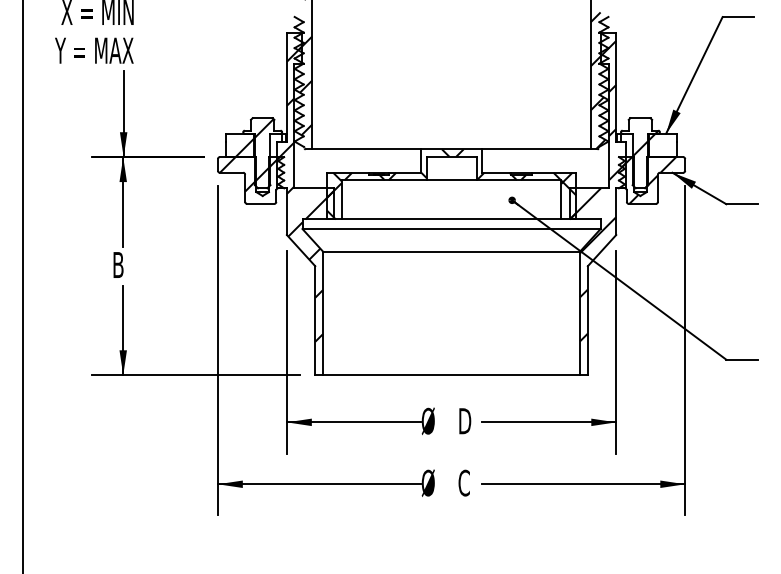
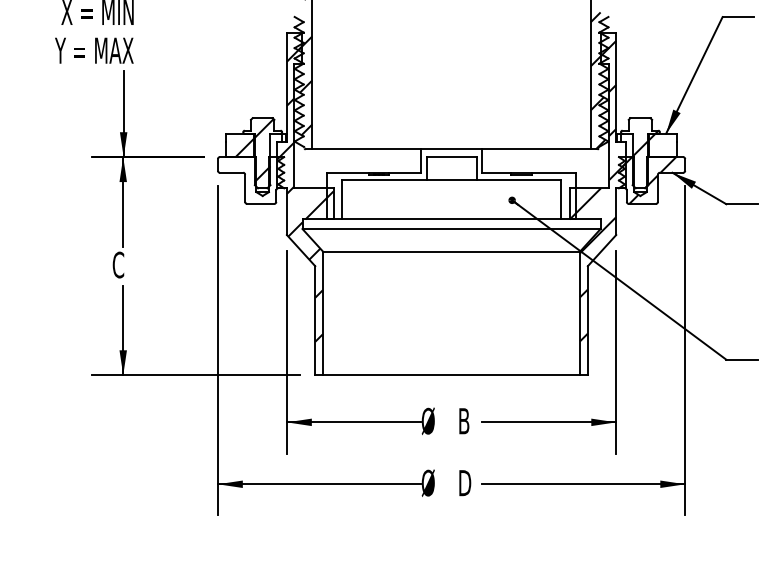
hatch at (249, 174): present -> none
hatch at (451, 184): present -> none
text at (118, 264): B -> C
line at (23, 286): present -> none
text at (466, 421): D -> B
text at (464, 482): C -> D
